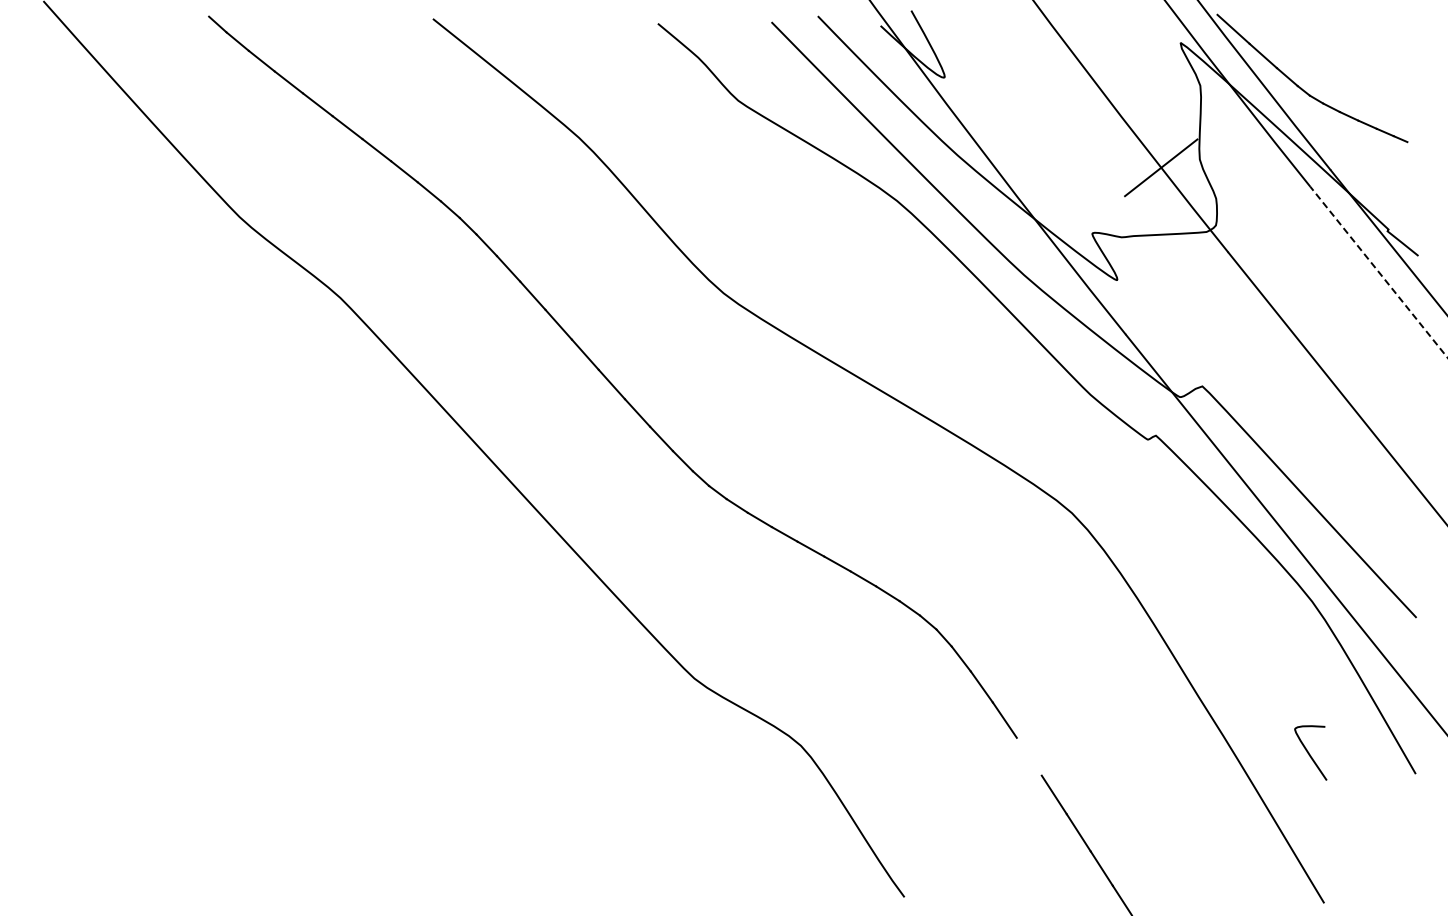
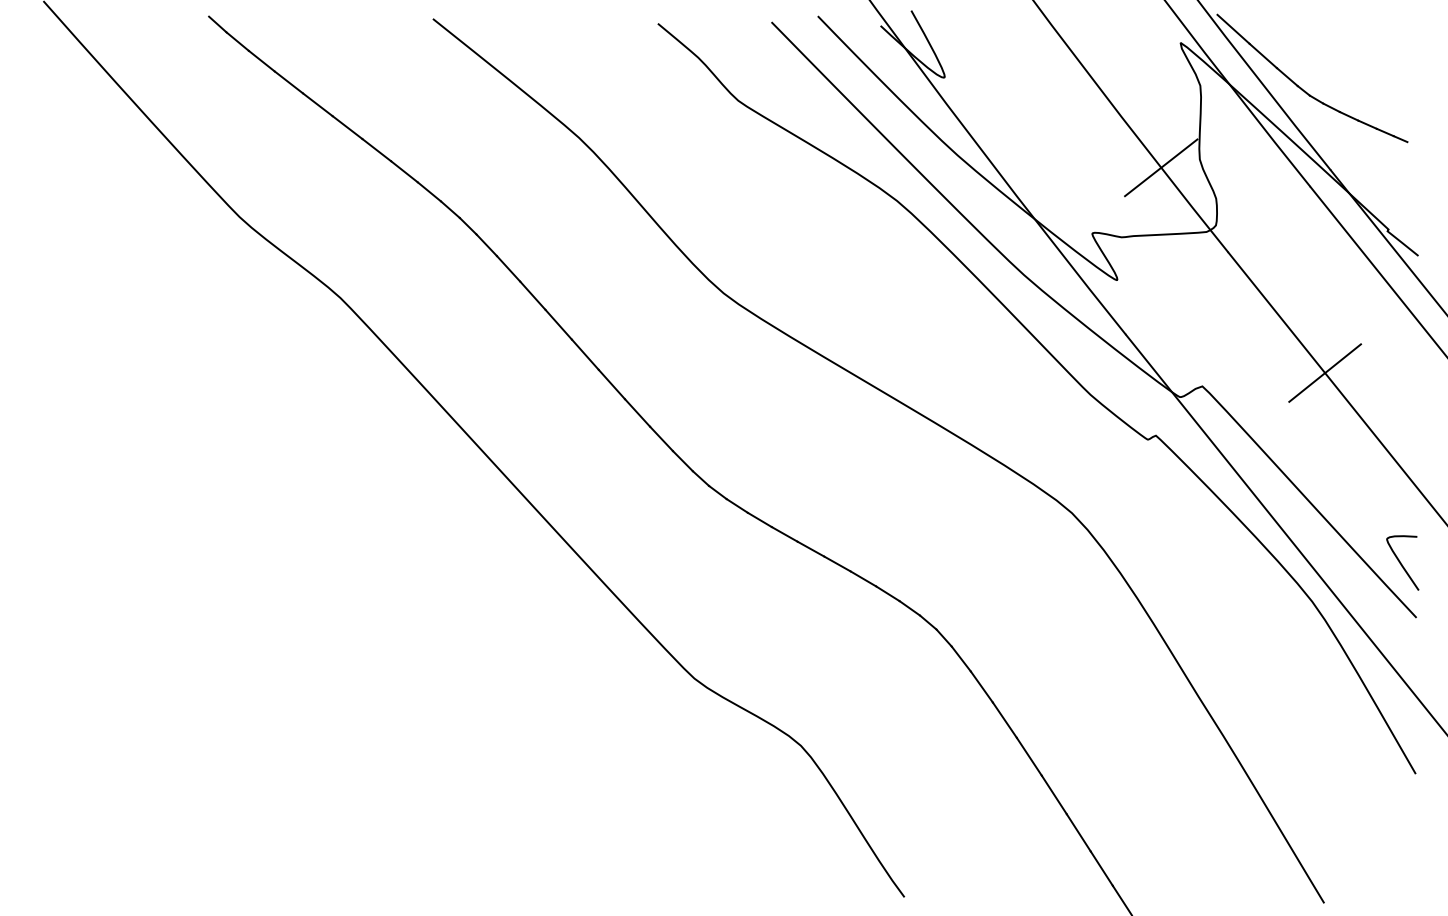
line at (1378, 271): dashed -> solid
line at (1324, 372): none -> present
curve at (1309, 752) position: (1309, 752) -> (1401, 562)
line at (1028, 756): none -> present
